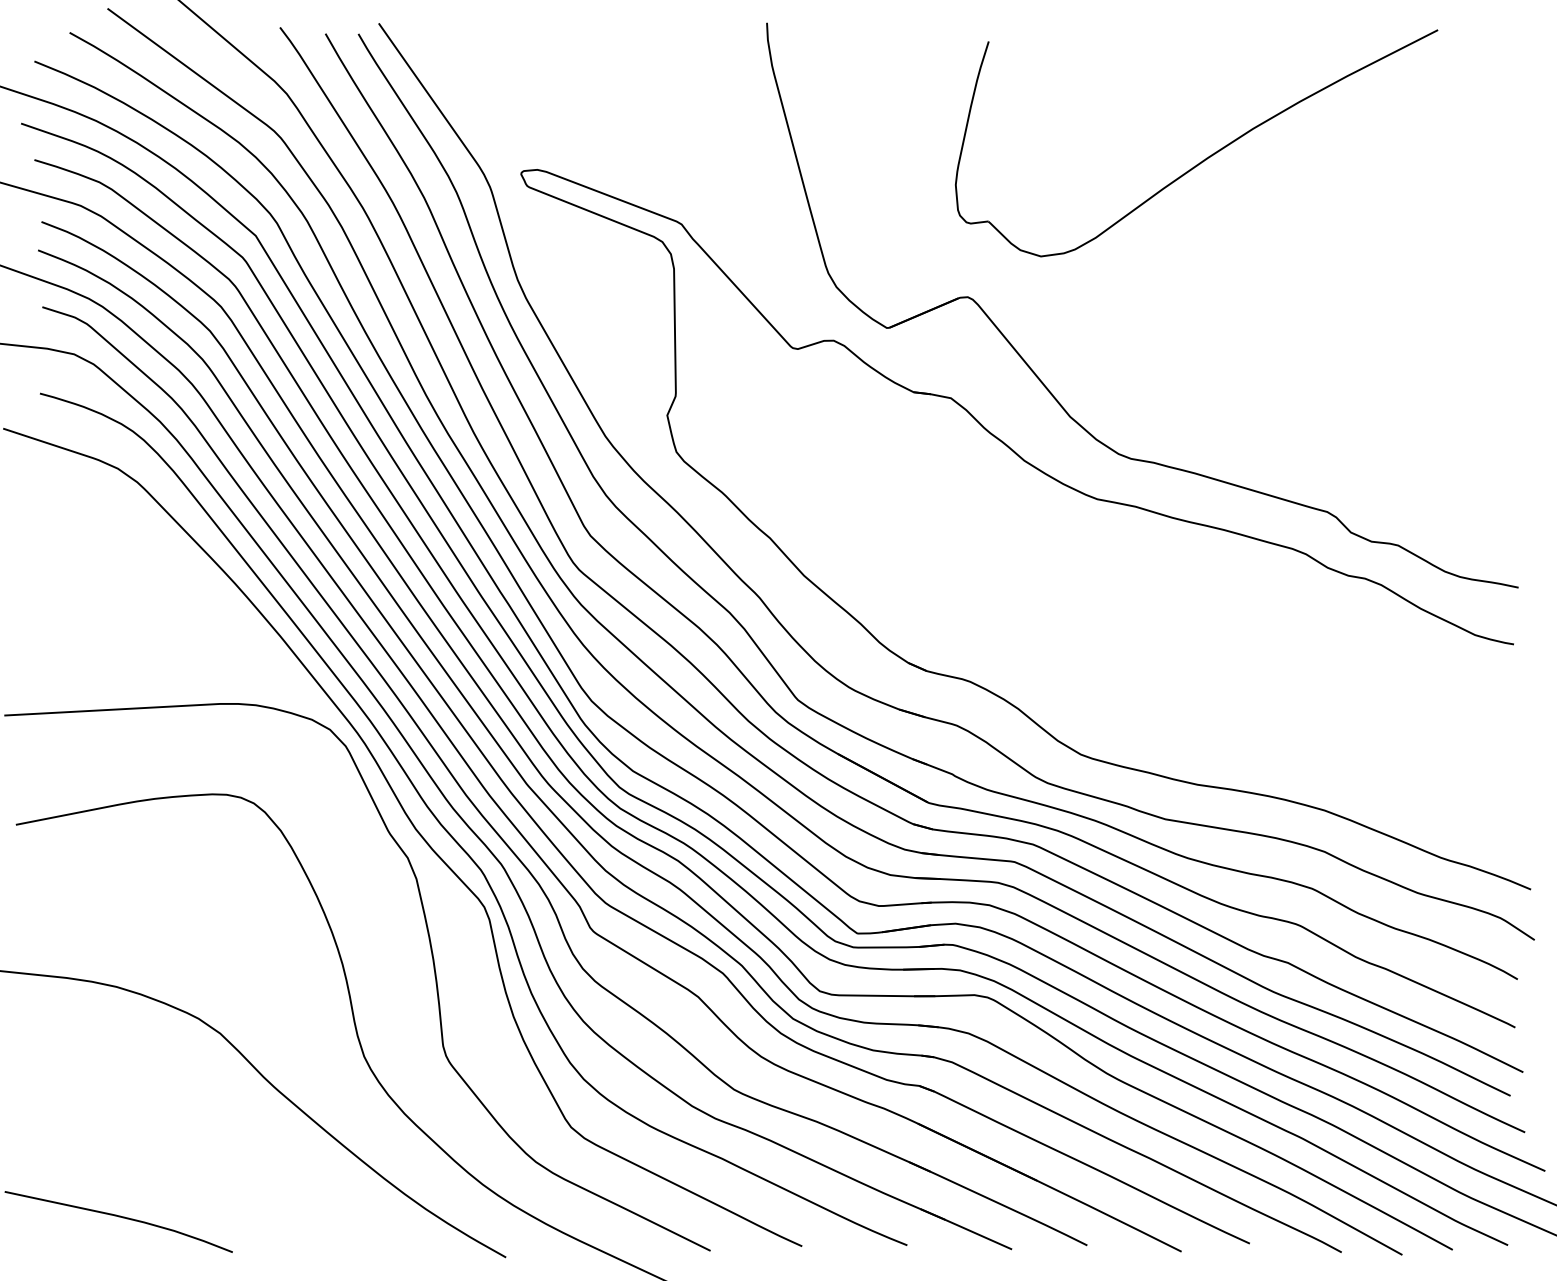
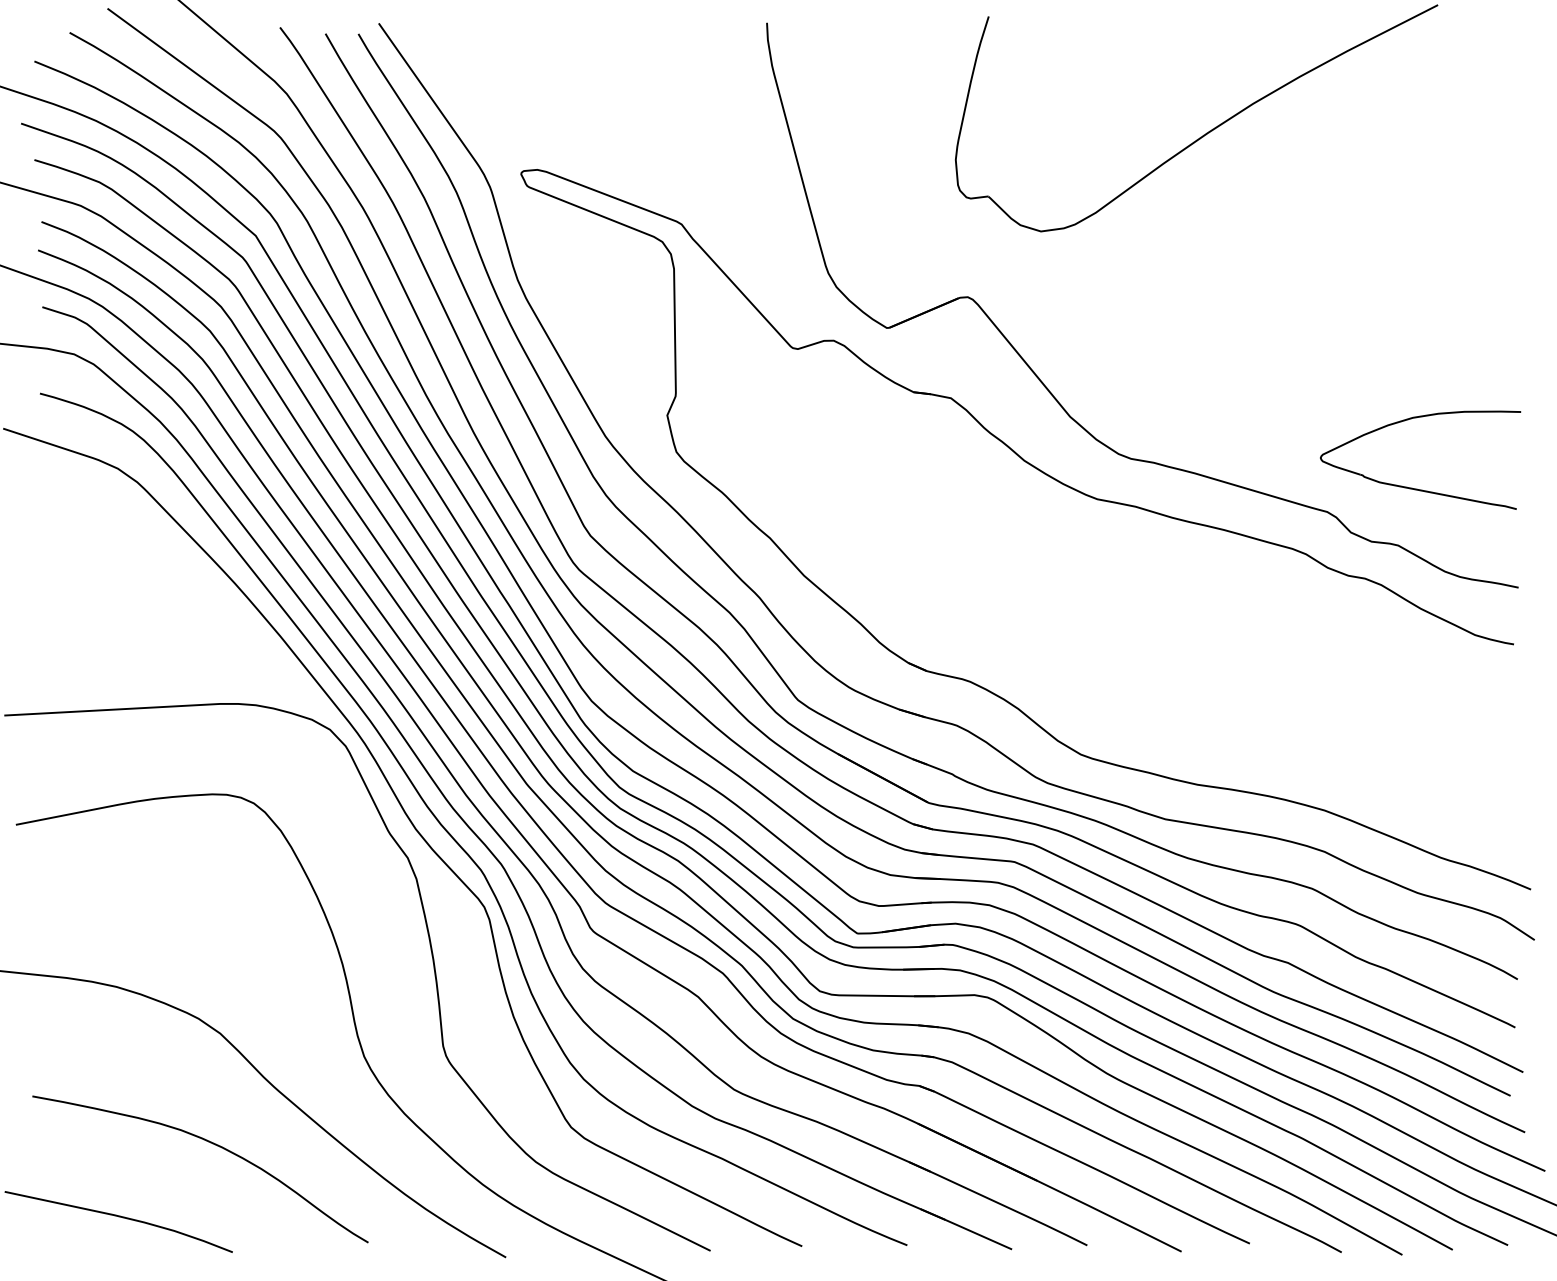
part at (1206, 157) position: (1206, 157) -> (1206, 132)
part at (1412, 487): none -> present
curve at (212, 1144): none -> present
